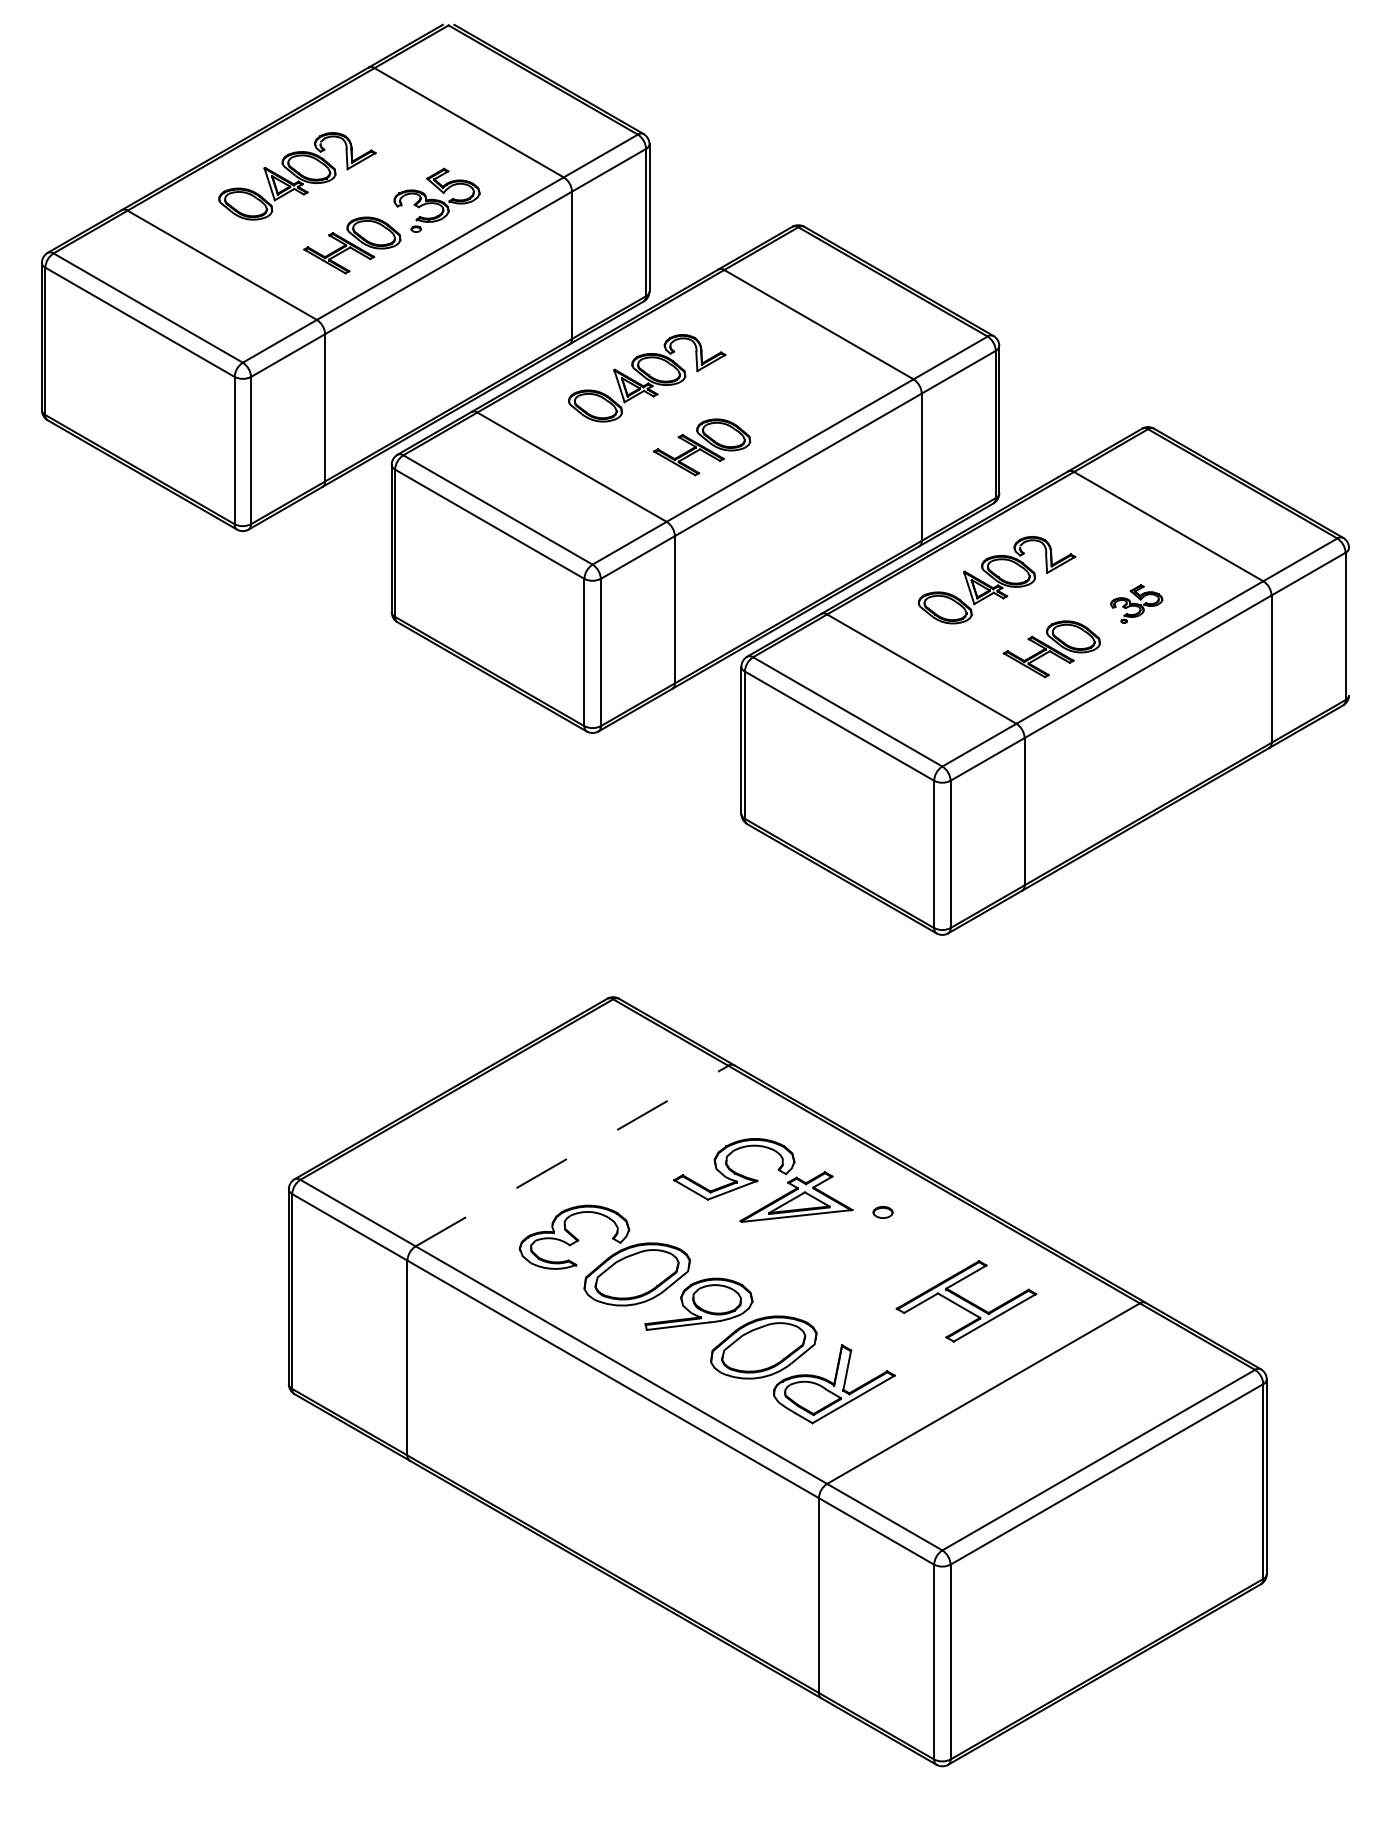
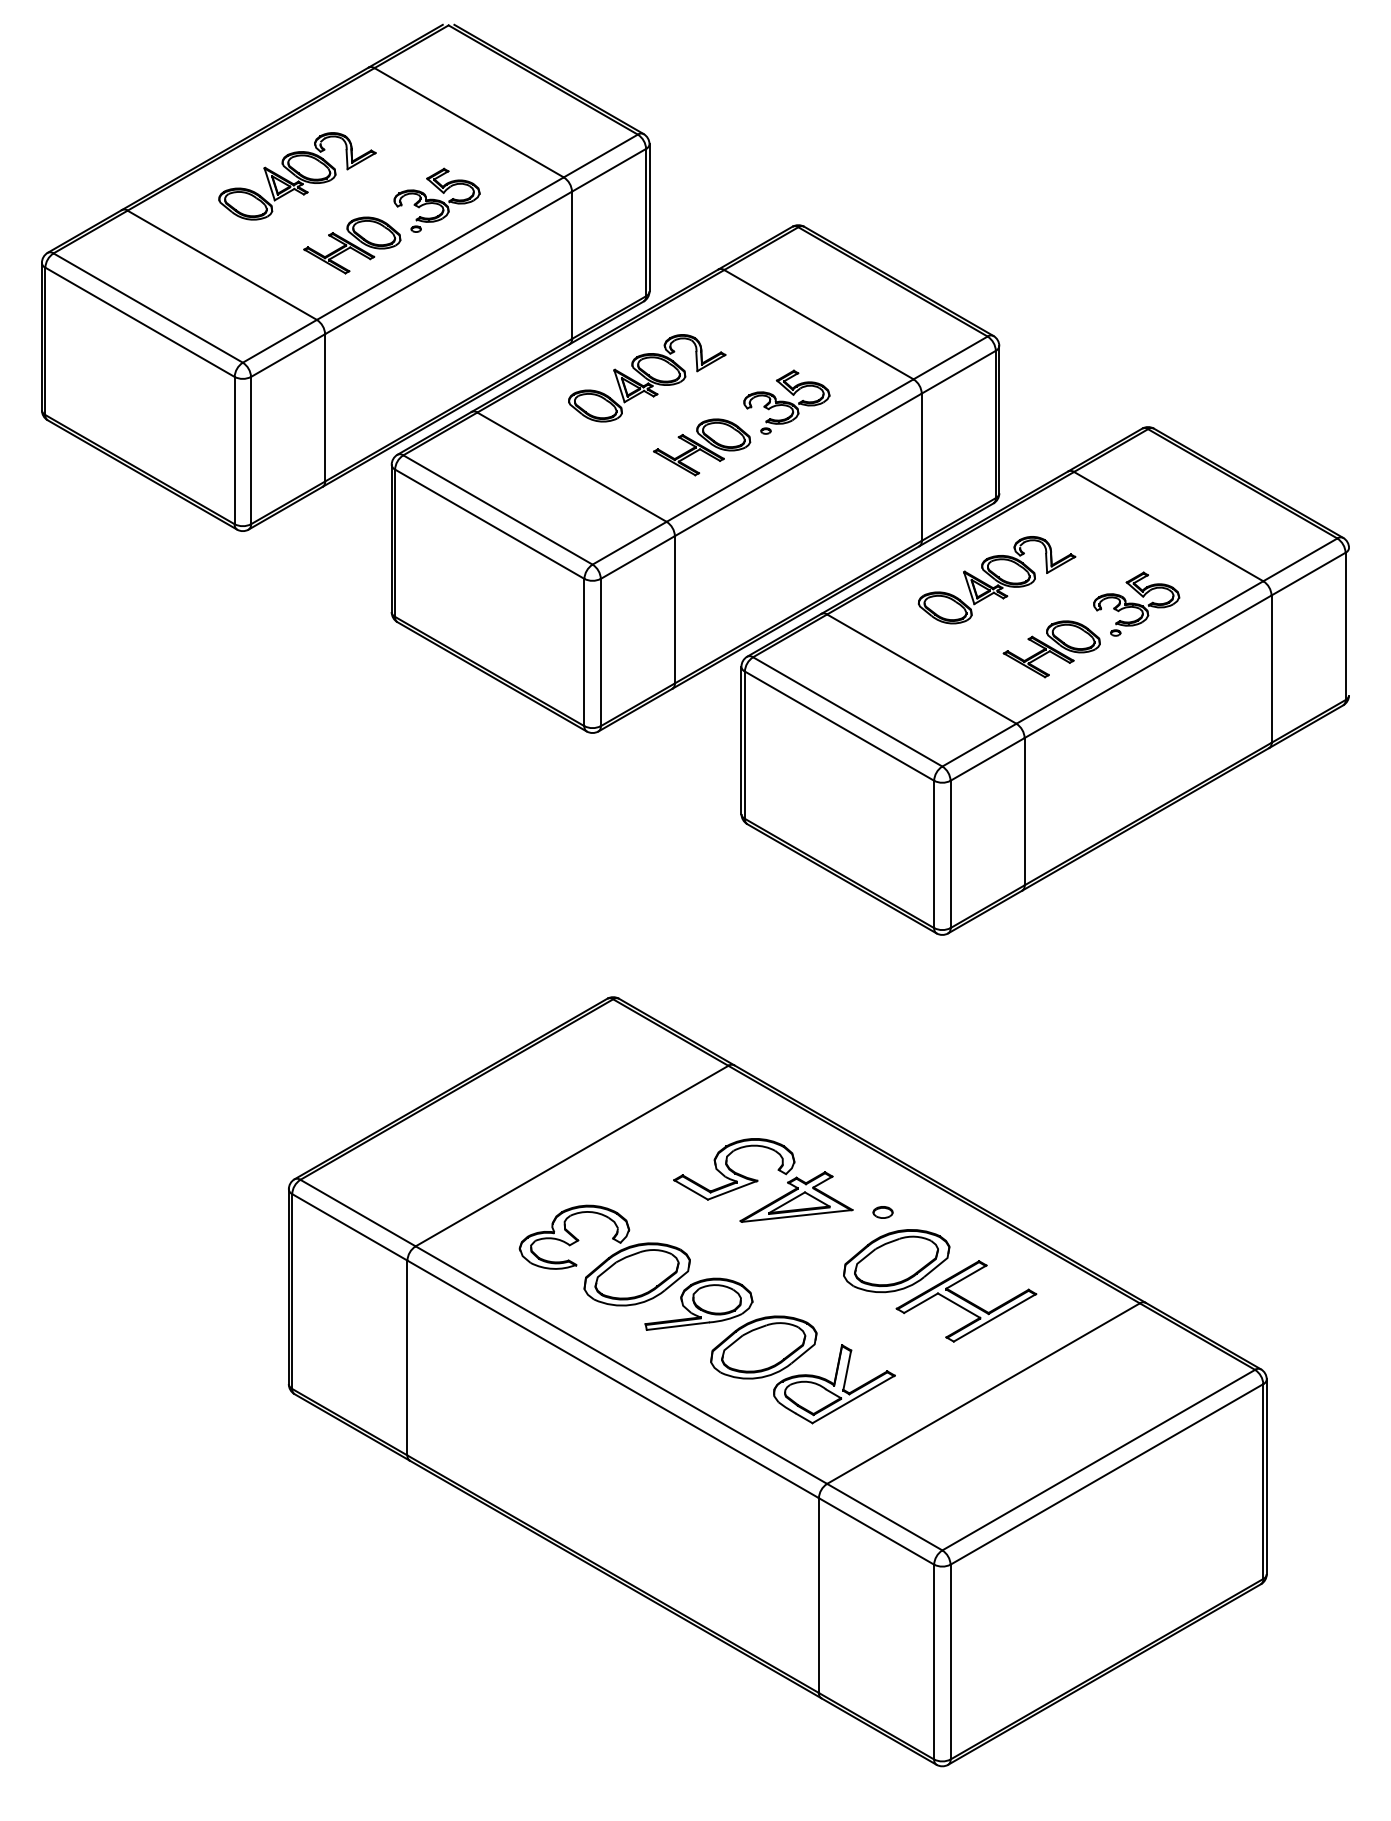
part at (786, 401): none -> present
part at (1136, 603) size: 54x40 px -> 88x66 px
line at (572, 1156): dashed -> solid
part at (896, 1261): none -> present
